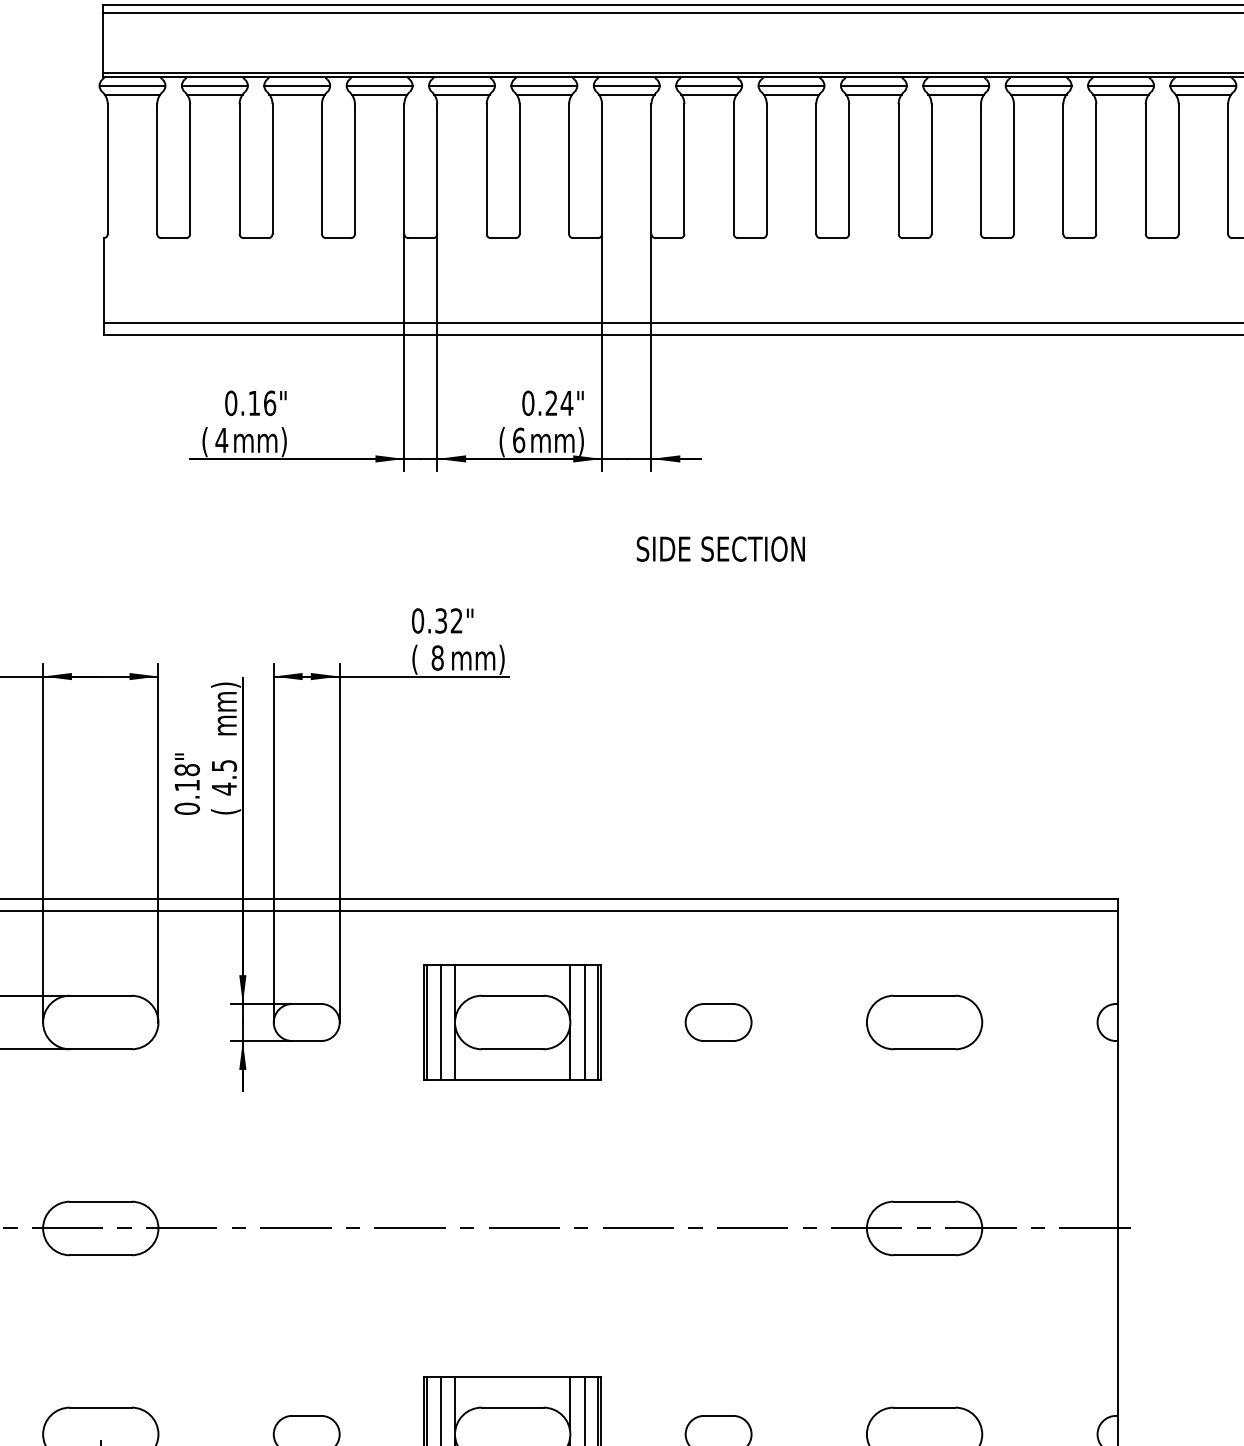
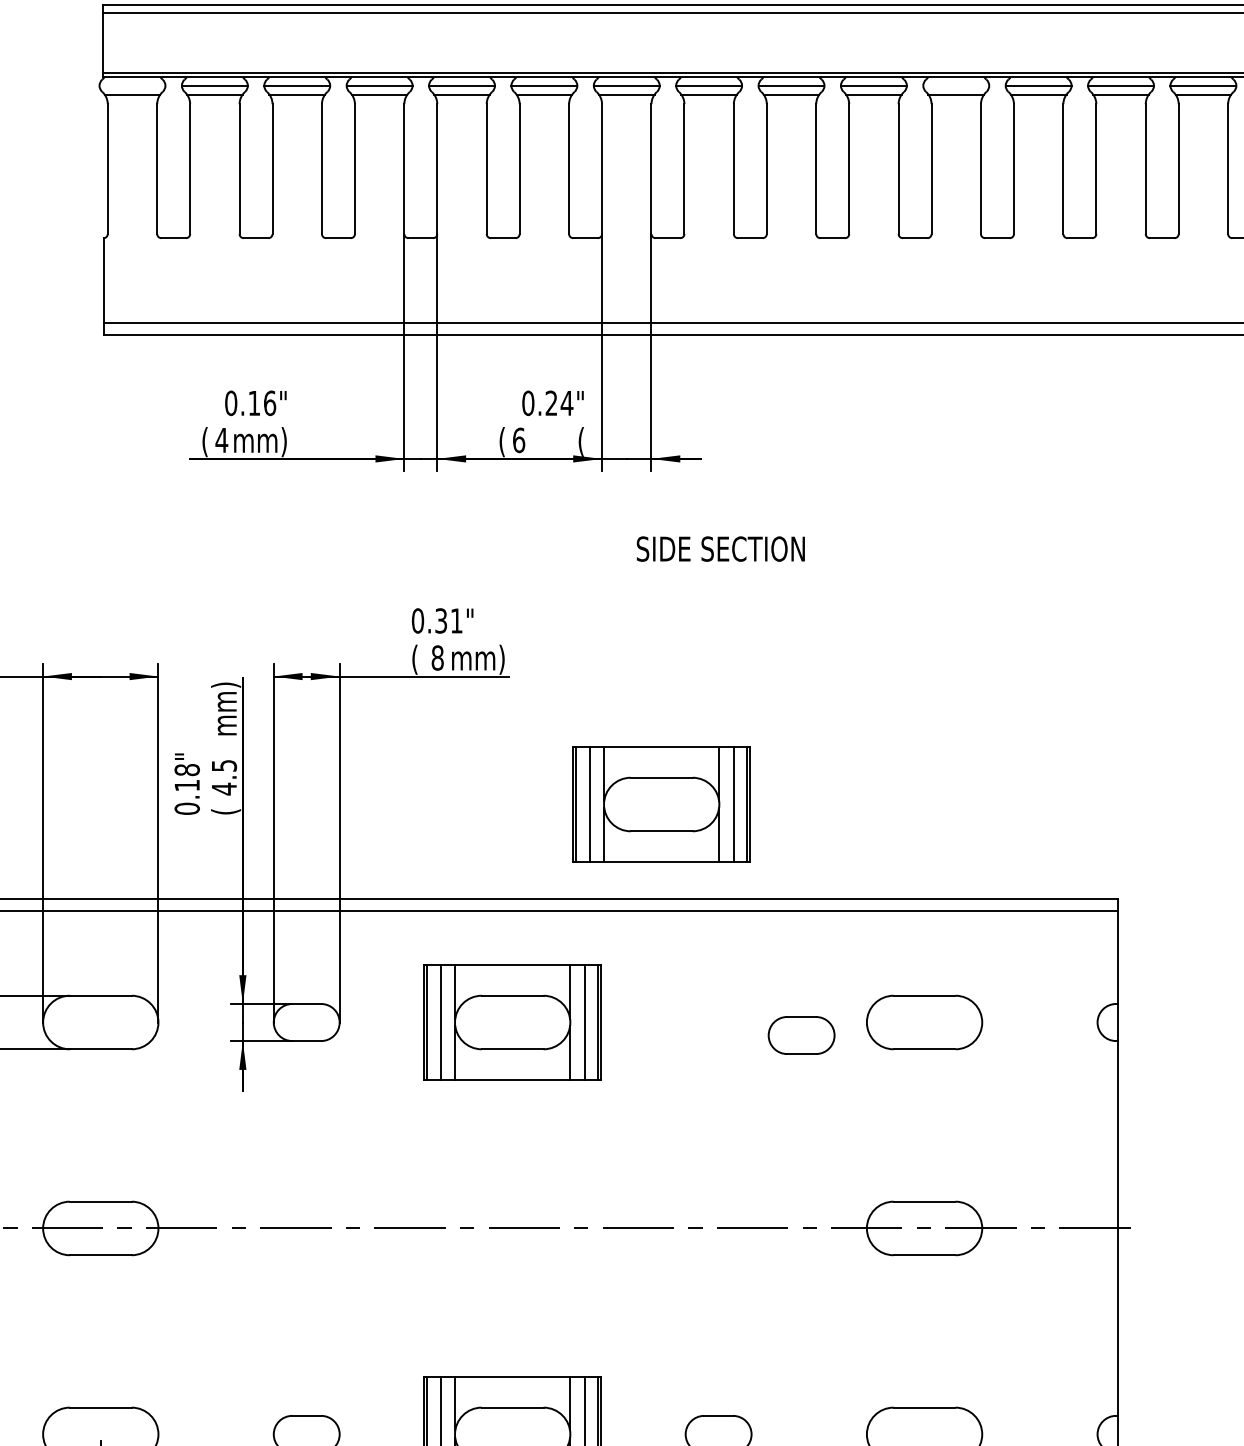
line at (132, 86): present -> none
line at (956, 86): present -> none
text at (557, 441): mm) -> (
text at (456, 620): 0.32" -> 0.31"
part at (661, 804): none -> present
part at (718, 1022) position: (718, 1022) -> (801, 1035)
